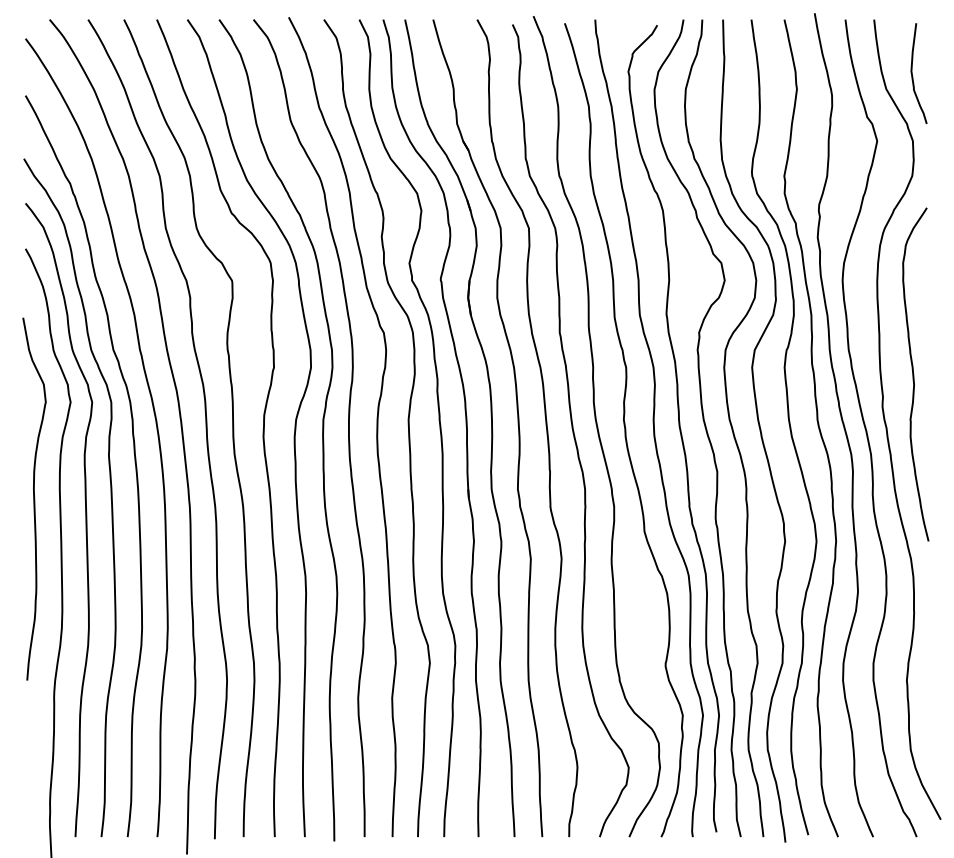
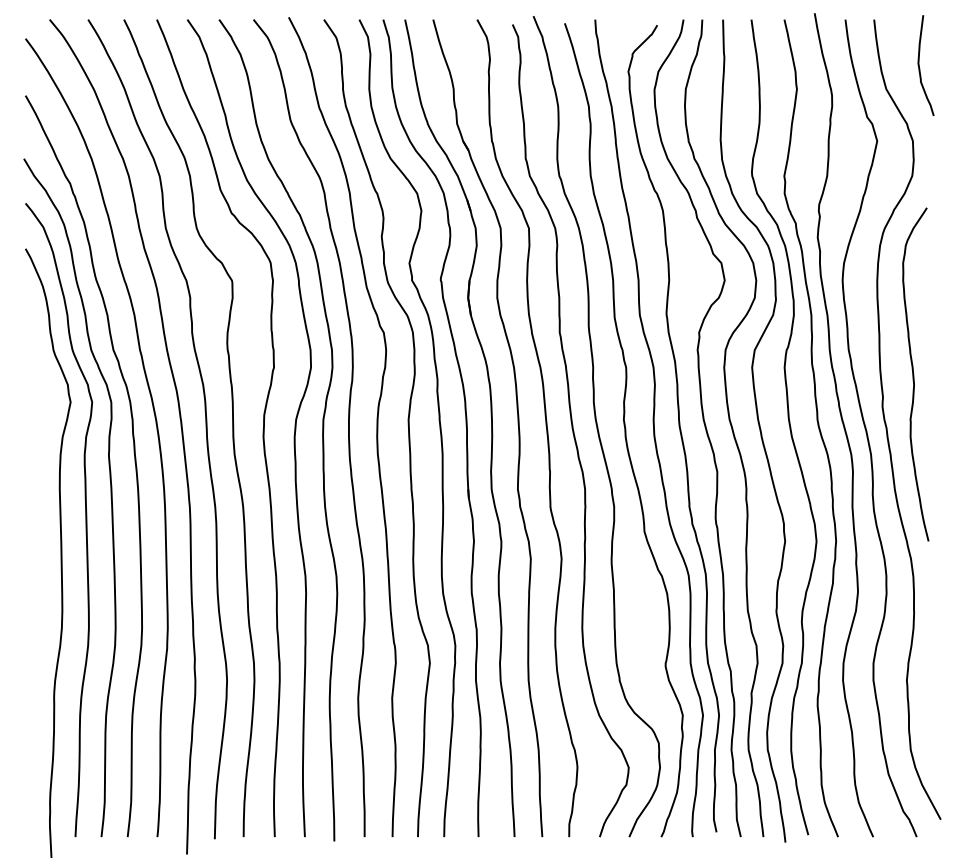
curve at (913, 76) position: (913, 76) -> (920, 68)
curve at (34, 498): present -> none
